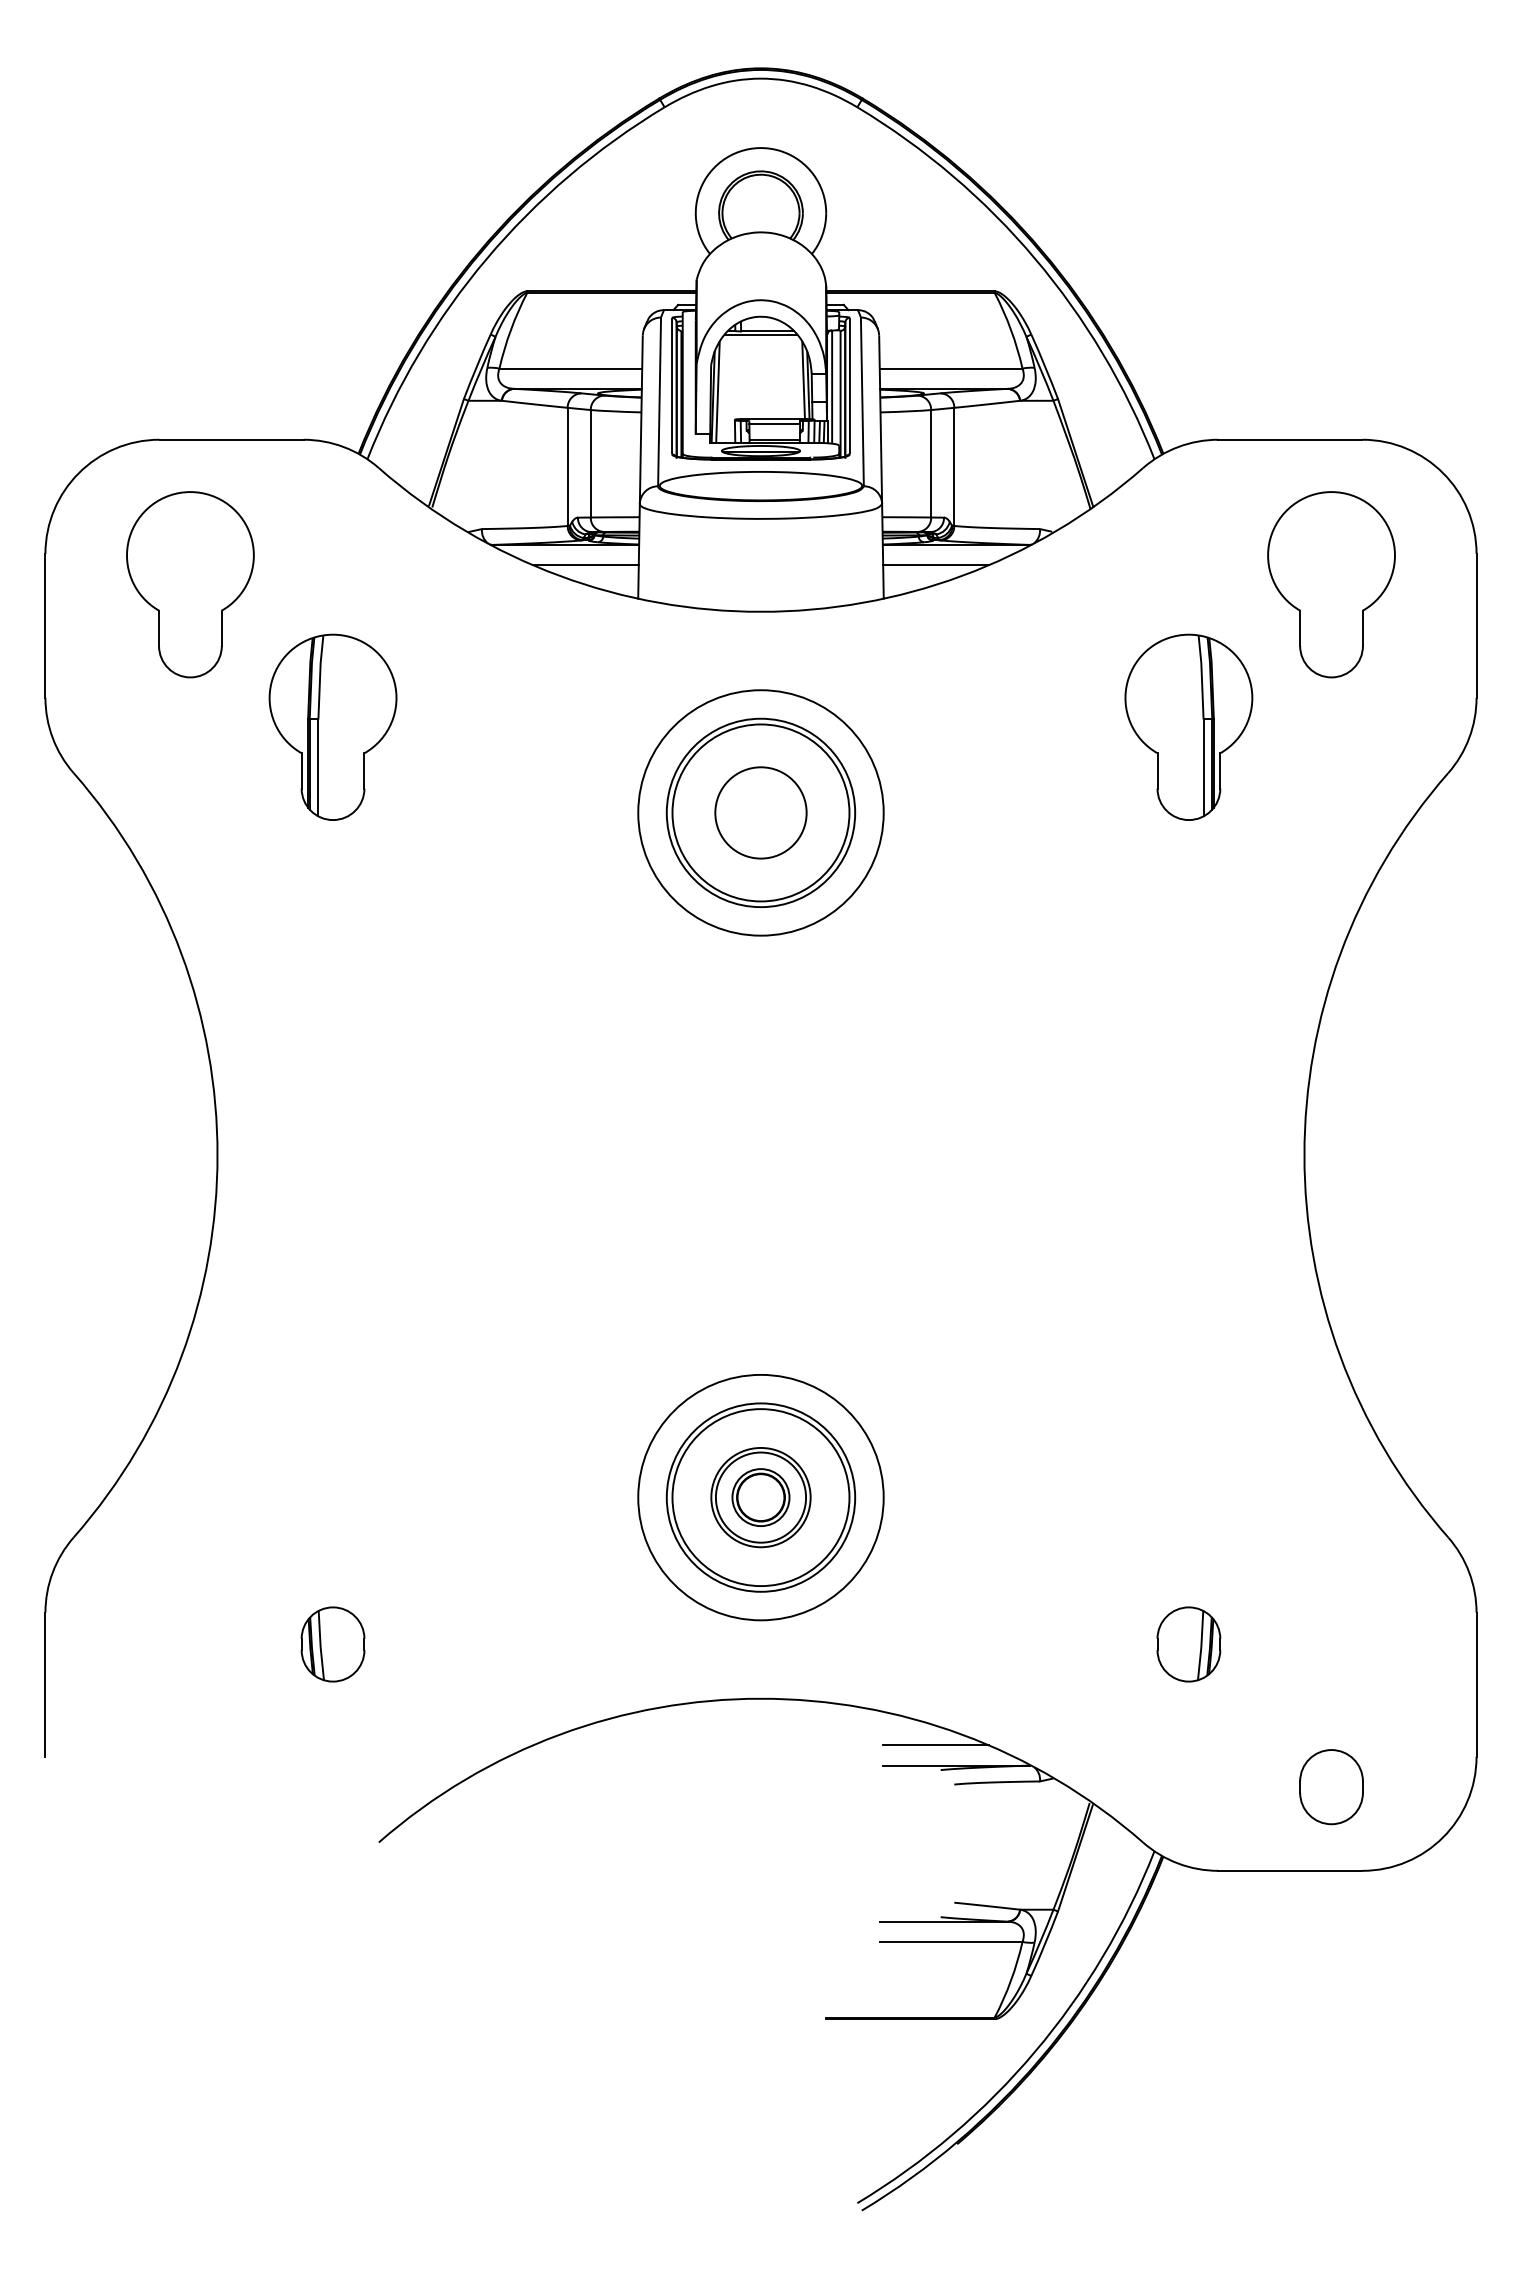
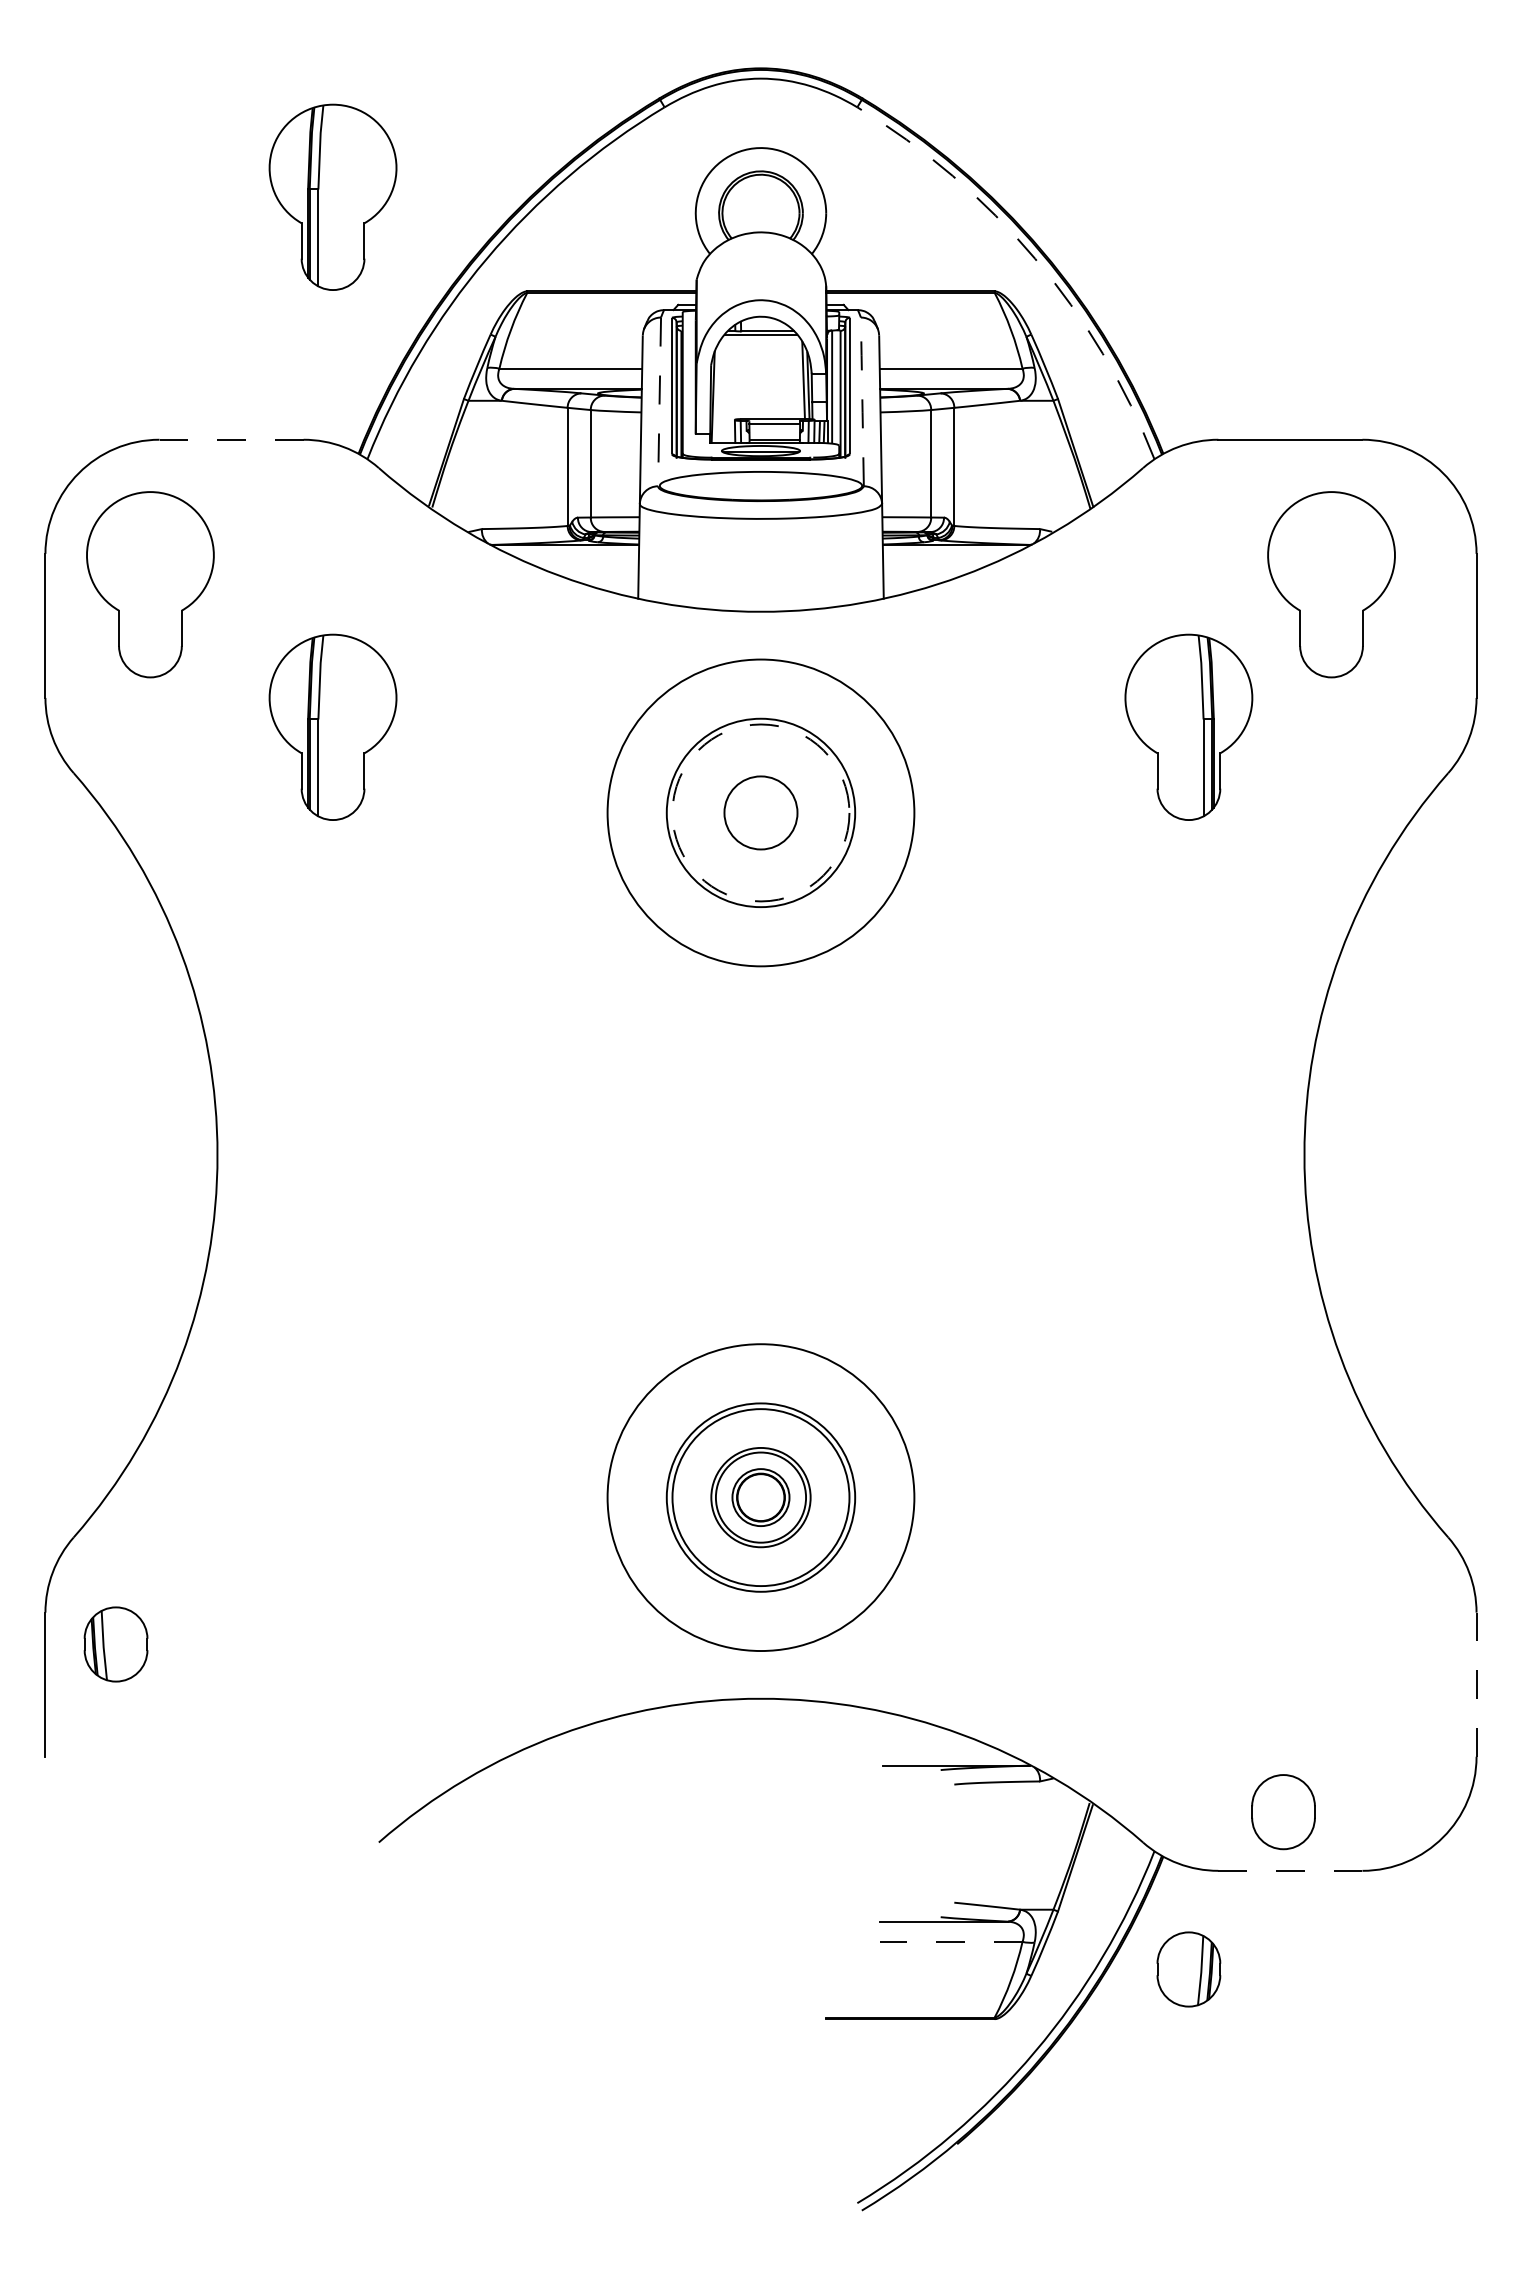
part at (332, 196): none -> present
arc at (1035, 258): solid -> dashed
line at (717, 392): present -> none
line at (862, 401): solid -> dashed
line at (659, 402): solid -> dashed
line at (231, 439): solid -> dashed
line at (585, 565): present -> none
line at (936, 565): present -> none
part at (190, 584) position: (190, 584) -> (150, 584)
circle at (760, 812) diameter: 245 px -> 307 px
circle at (760, 812) diameter: 91 px -> 73 px
circle at (760, 812): solid -> dashed
circle at (760, 1497) diameter: 245 px -> 307 px
part at (332, 1644) position: (332, 1644) -> (115, 1644)
part at (1188, 1644) position: (1188, 1644) -> (1188, 1969)
line at (1476, 1684): solid -> dashed
line at (935, 1745): present -> none
part at (1331, 1787) position: (1331, 1787) -> (1283, 1812)
line at (1290, 1870): solid -> dashed
line at (950, 1941): solid -> dashed
